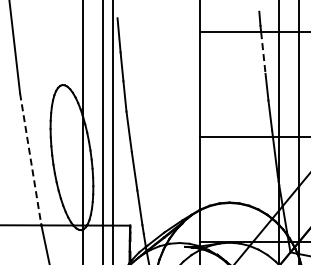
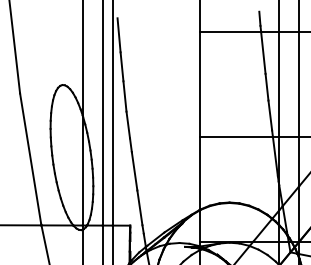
line at (263, 53): dashed -> solid
line at (30, 159): dashed -> solid
